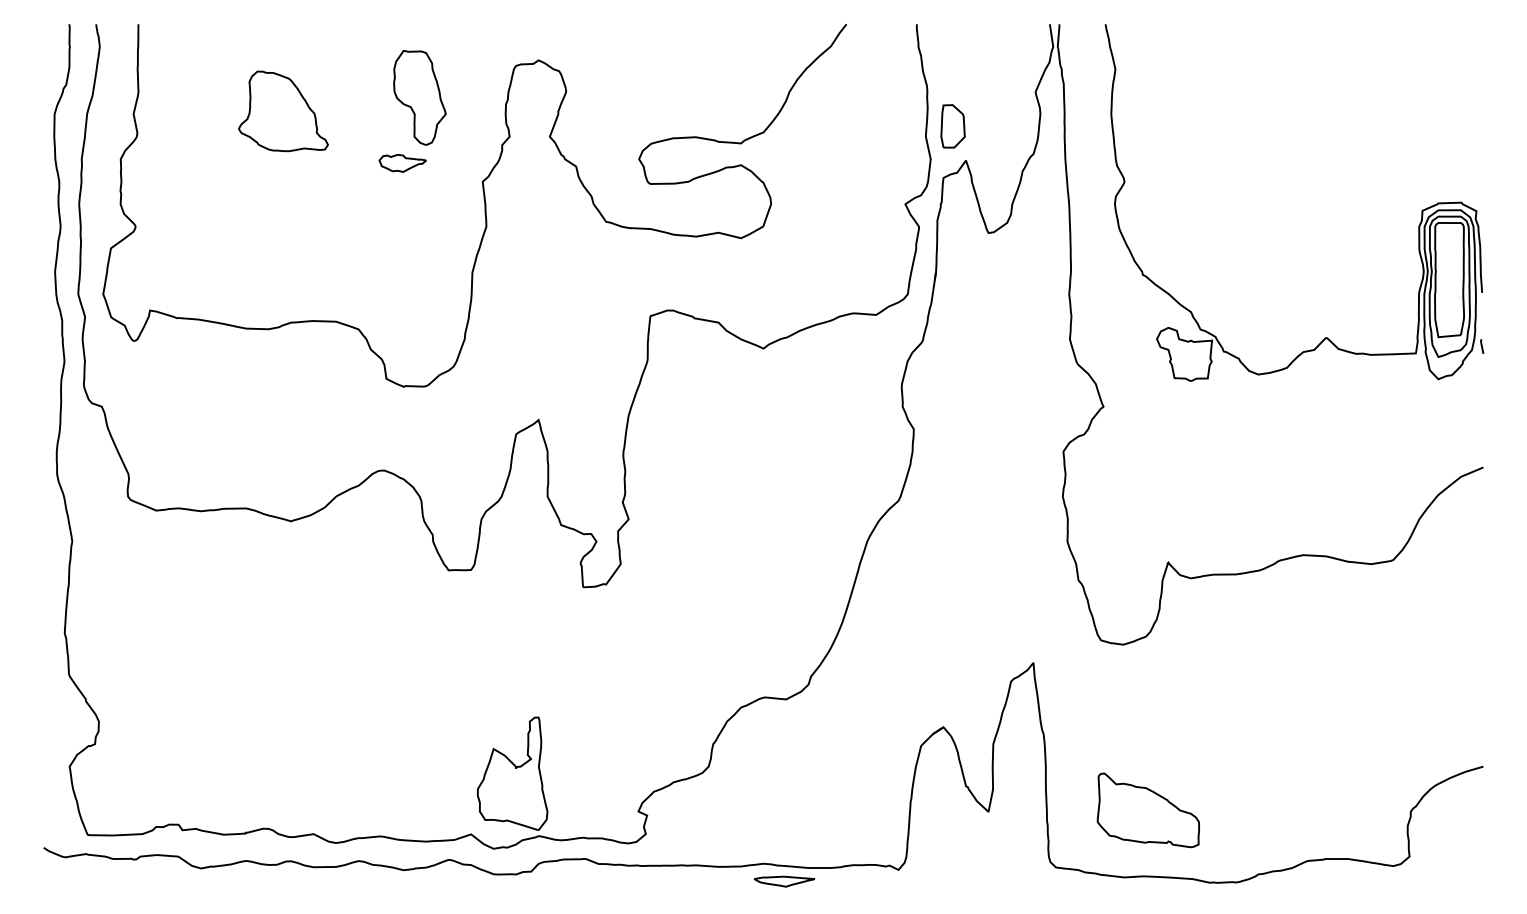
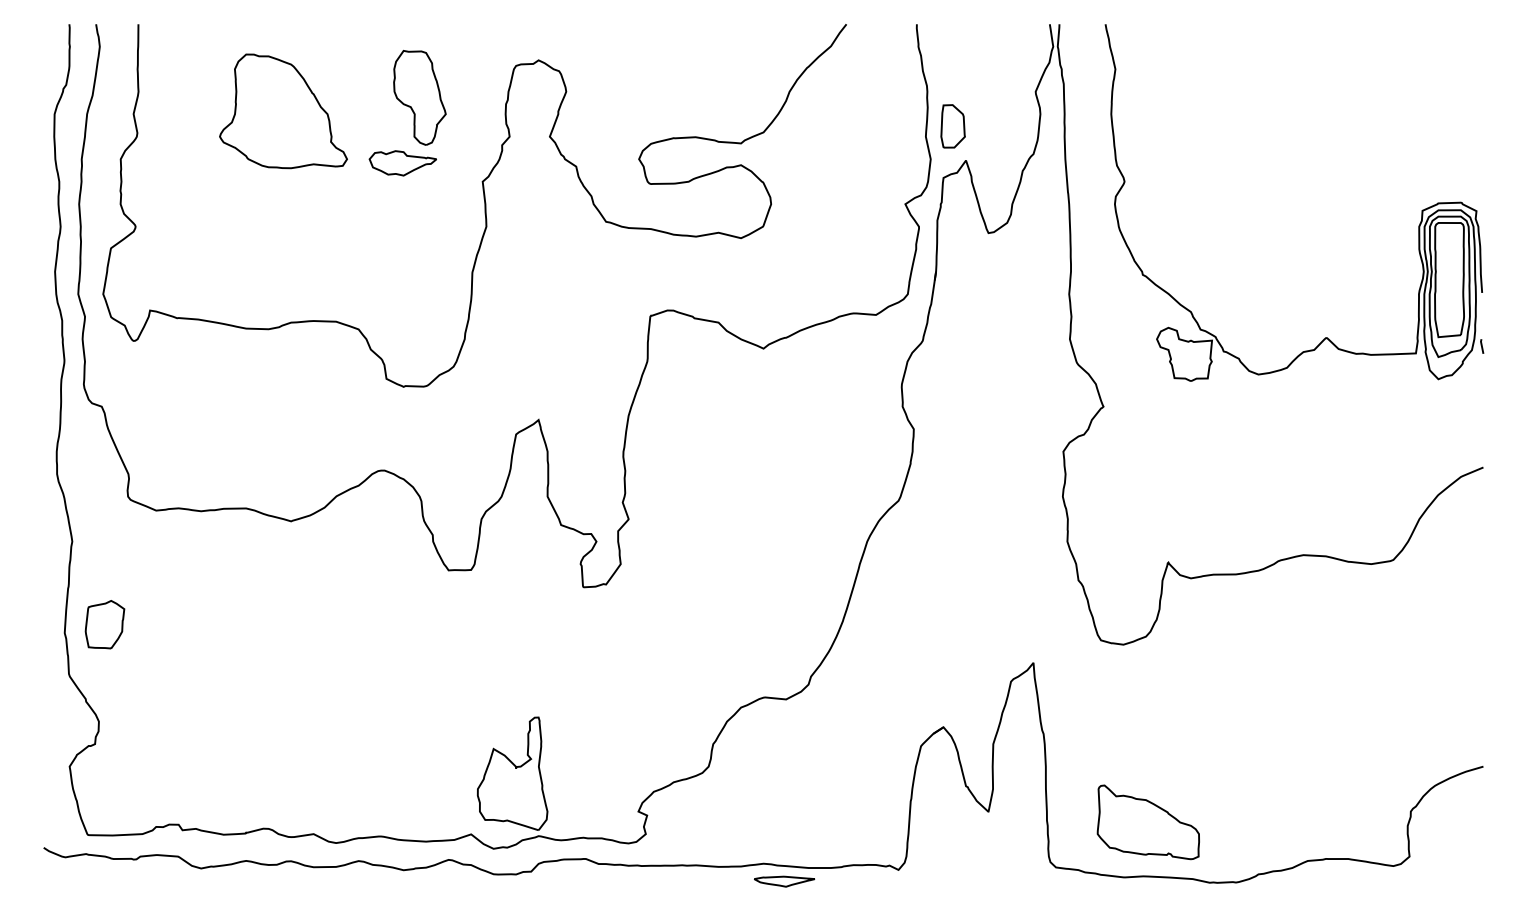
part at (283, 111) size: 91x83 px -> 129x117 px
part at (402, 163) size: 49x19 px -> 69x27 px
part at (104, 624): none -> present
part at (1147, 810) position: (1147, 810) -> (1147, 822)
